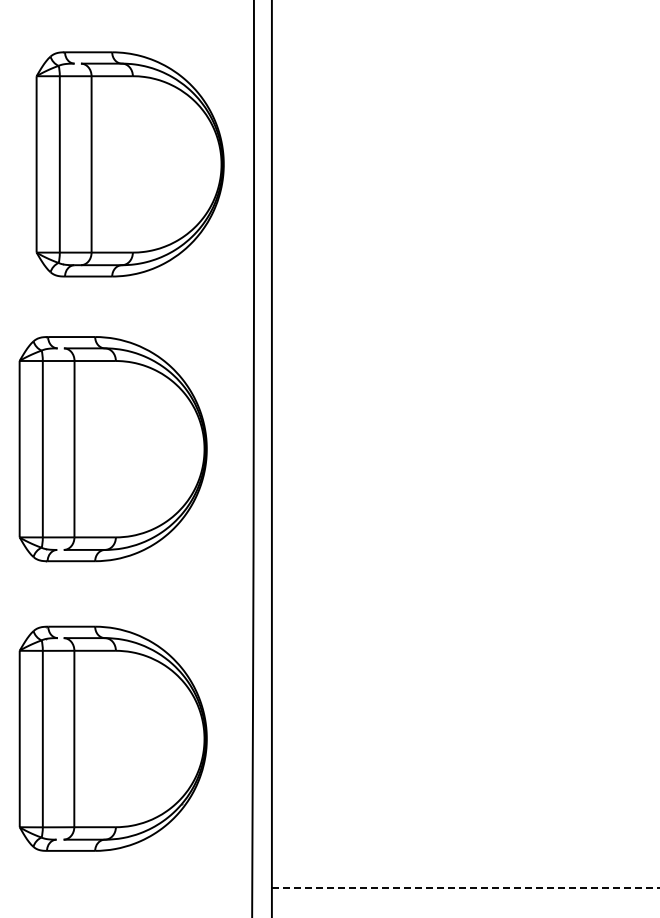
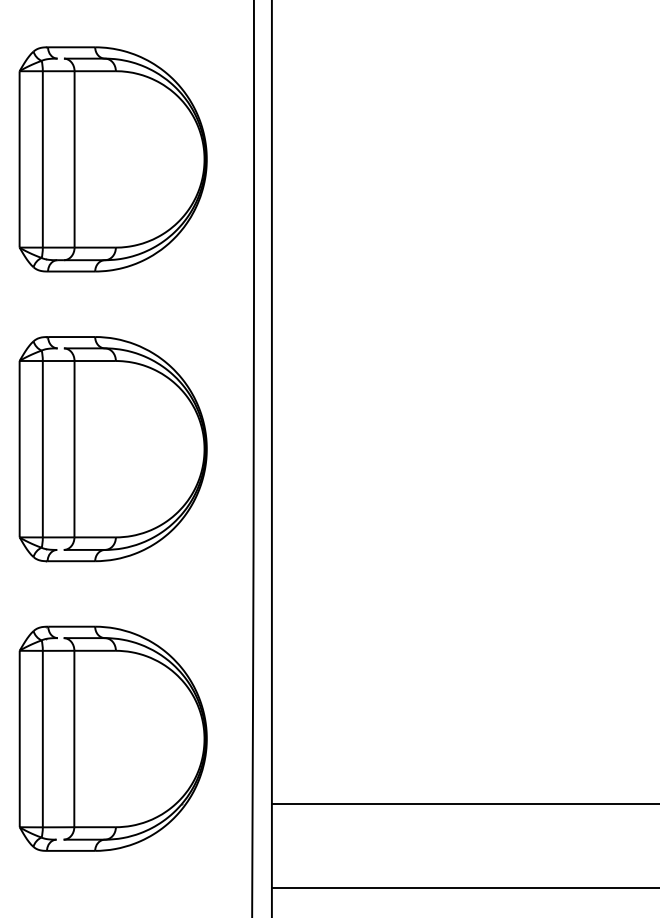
part at (129, 164) position: (129, 164) -> (112, 159)
line at (463, 803): none -> present
line at (465, 888): dashed -> solid
